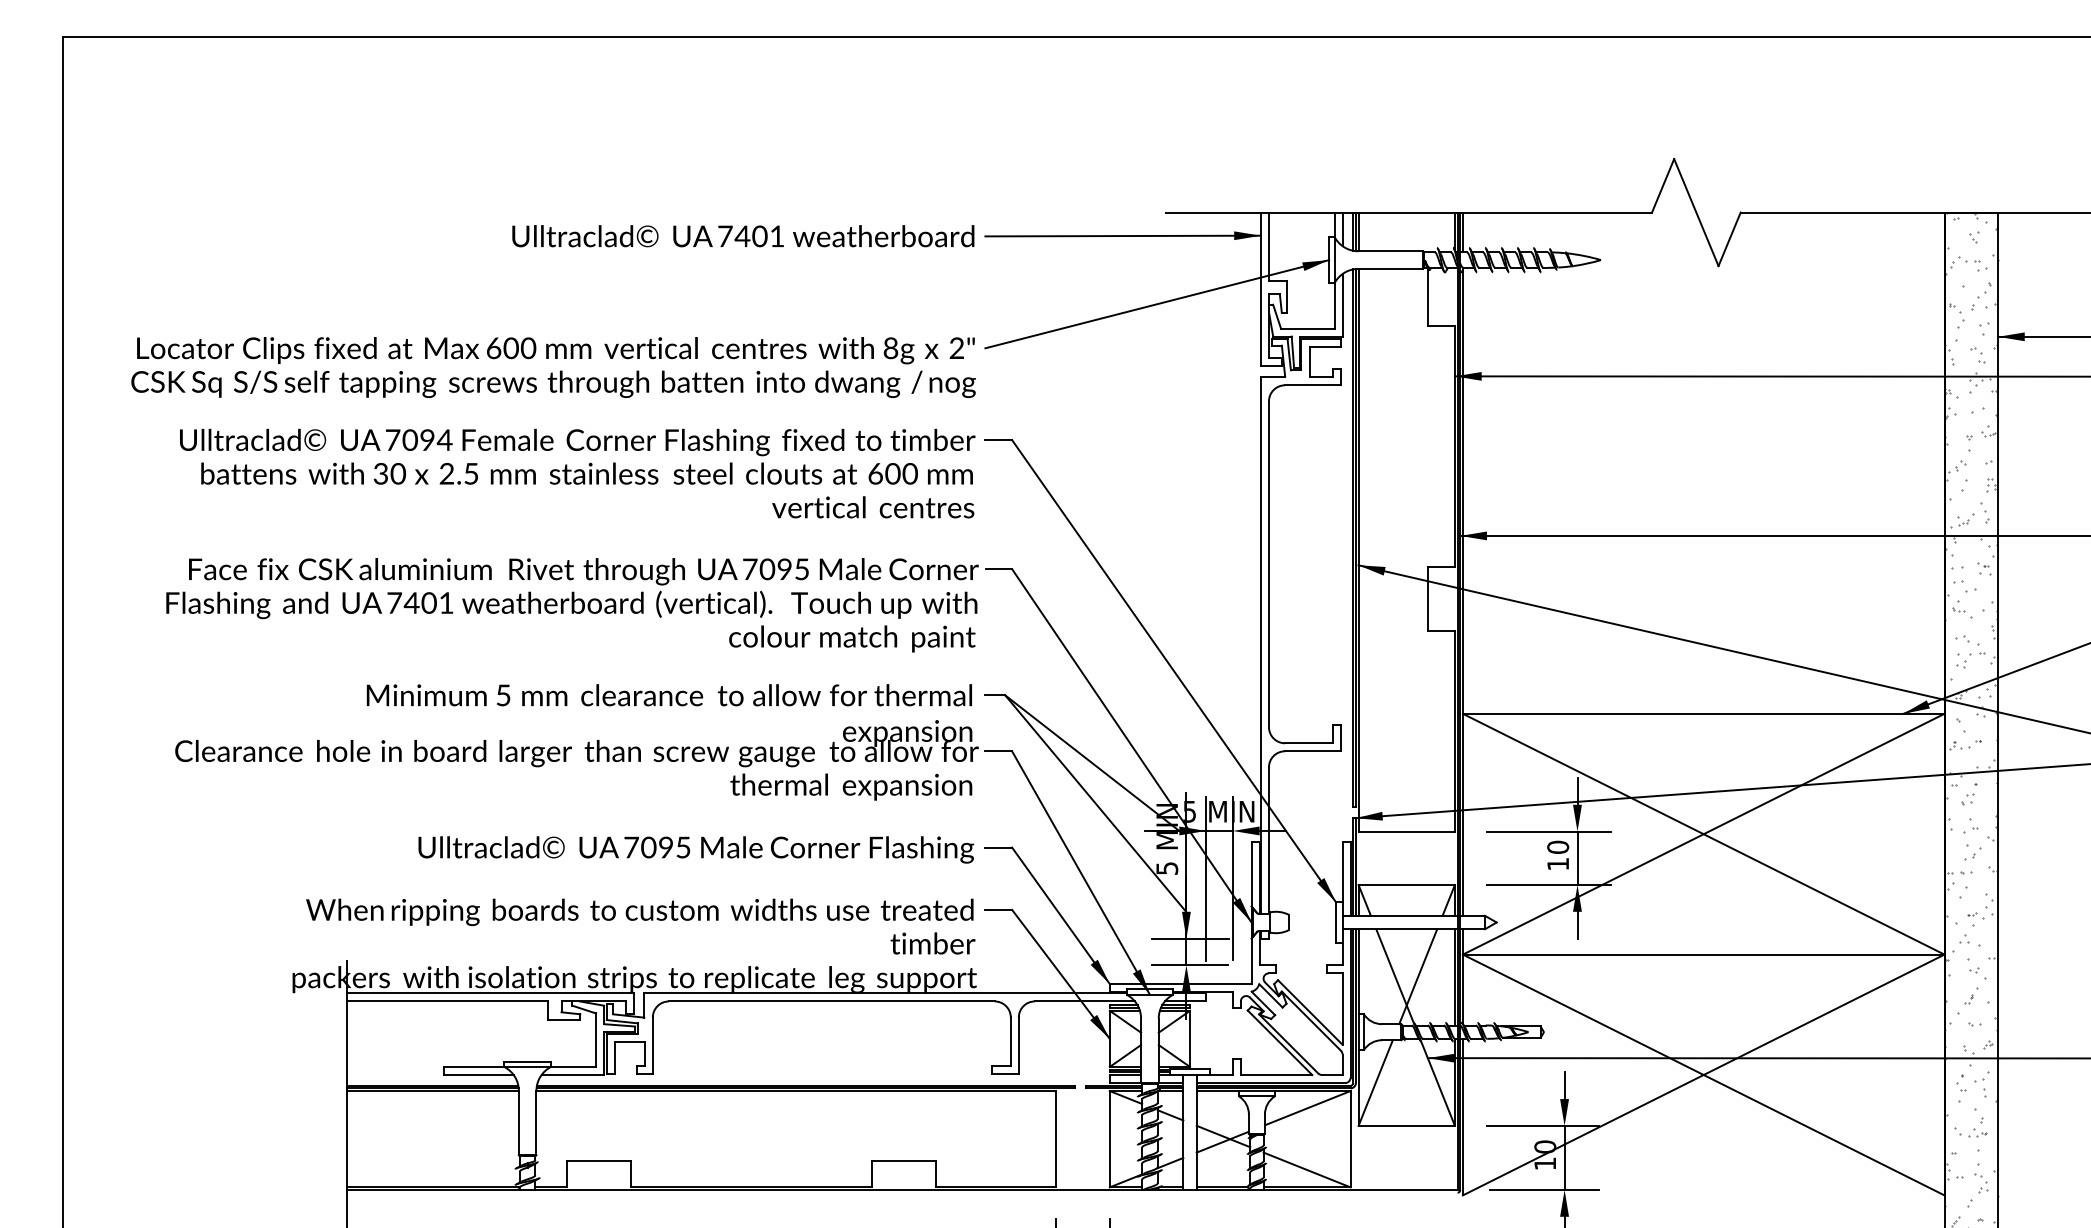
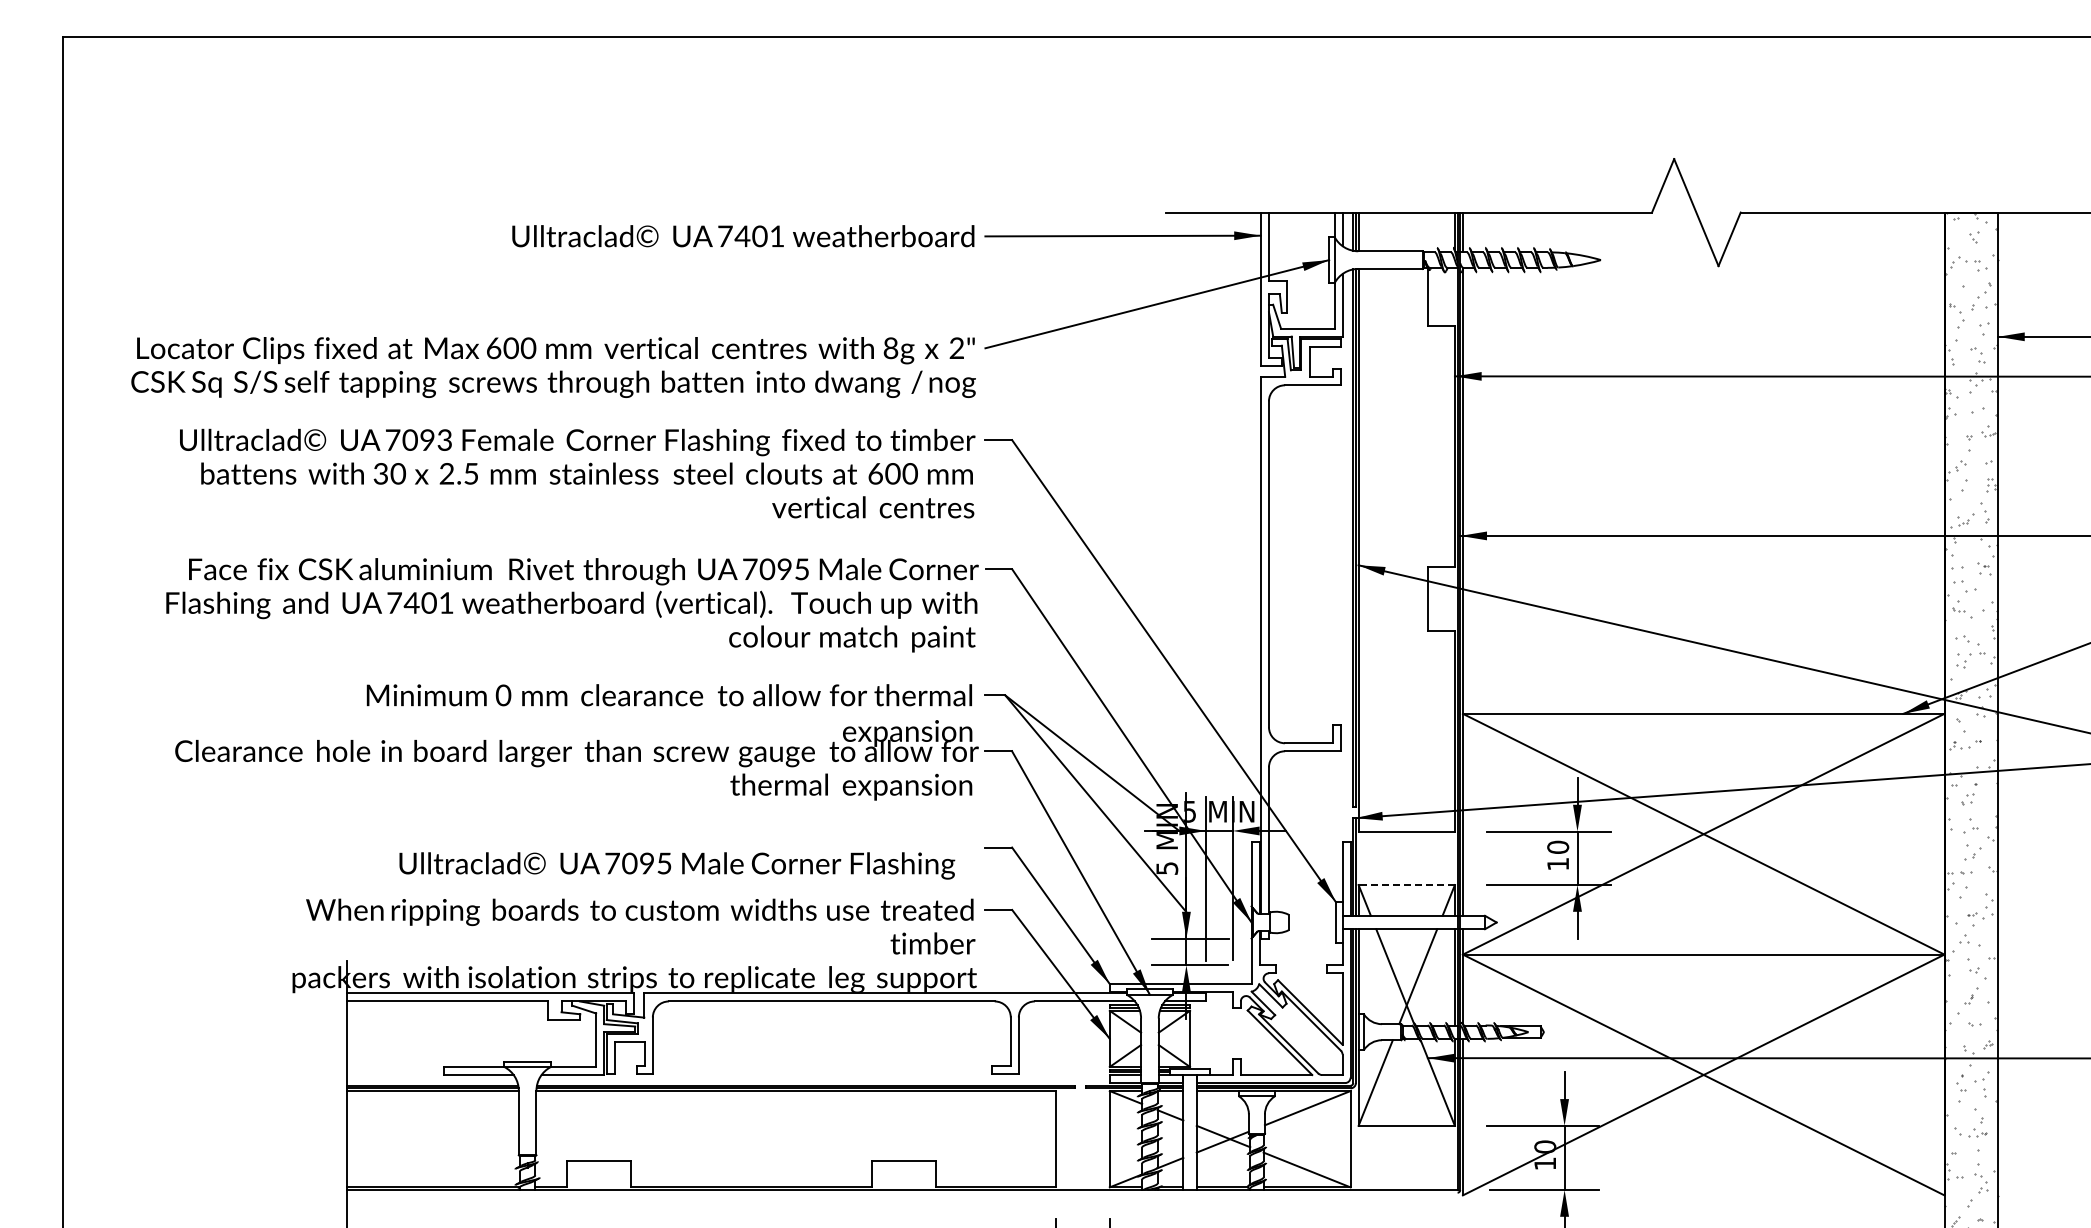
text at (444, 439): 7094 -> 7093
text at (503, 695): 5 -> 0
text at (696, 849) position: (696, 849) -> (677, 865)
line at (1406, 885): solid -> dashed
